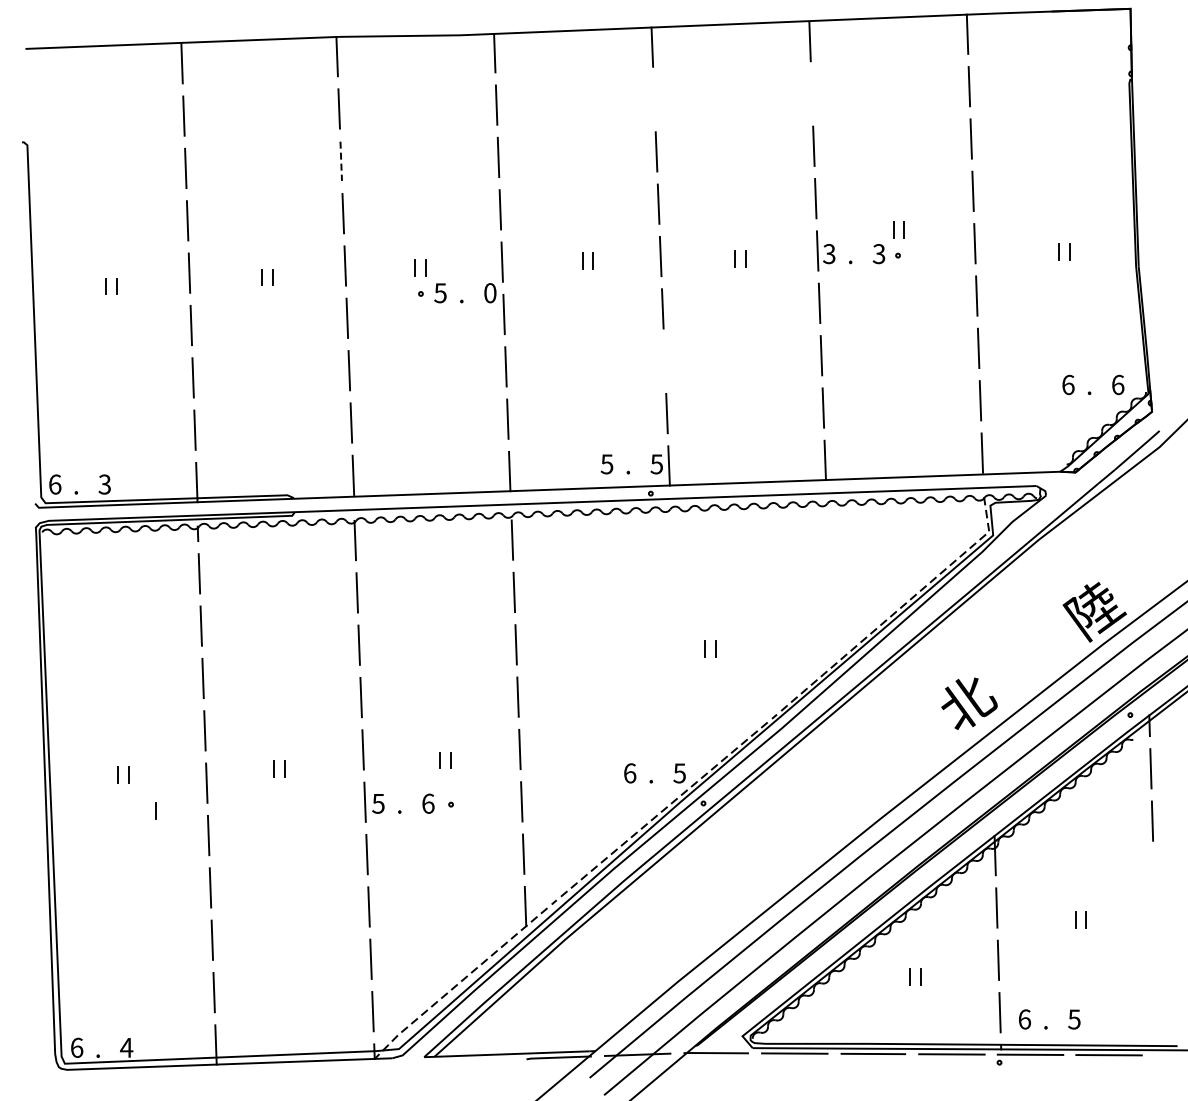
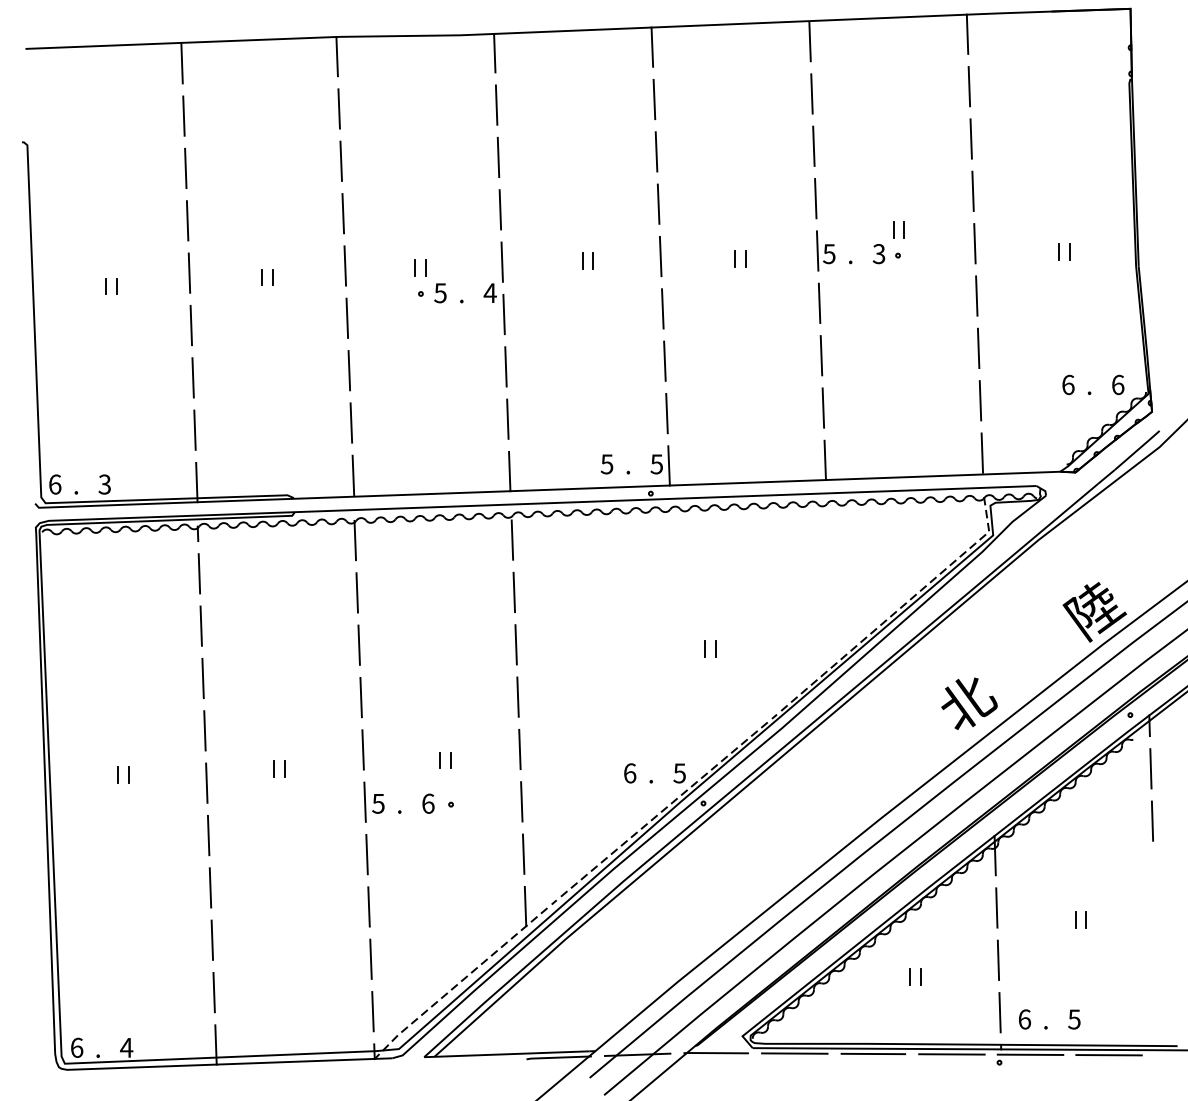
line at (811, 93): none -> present
line at (654, 99): none -> present
line at (341, 161): dashed -> solid
text at (829, 253): 3 -> 5
text at (489, 293): 0 -> 4
line at (664, 360): none -> present
line at (155, 810): present -> none
